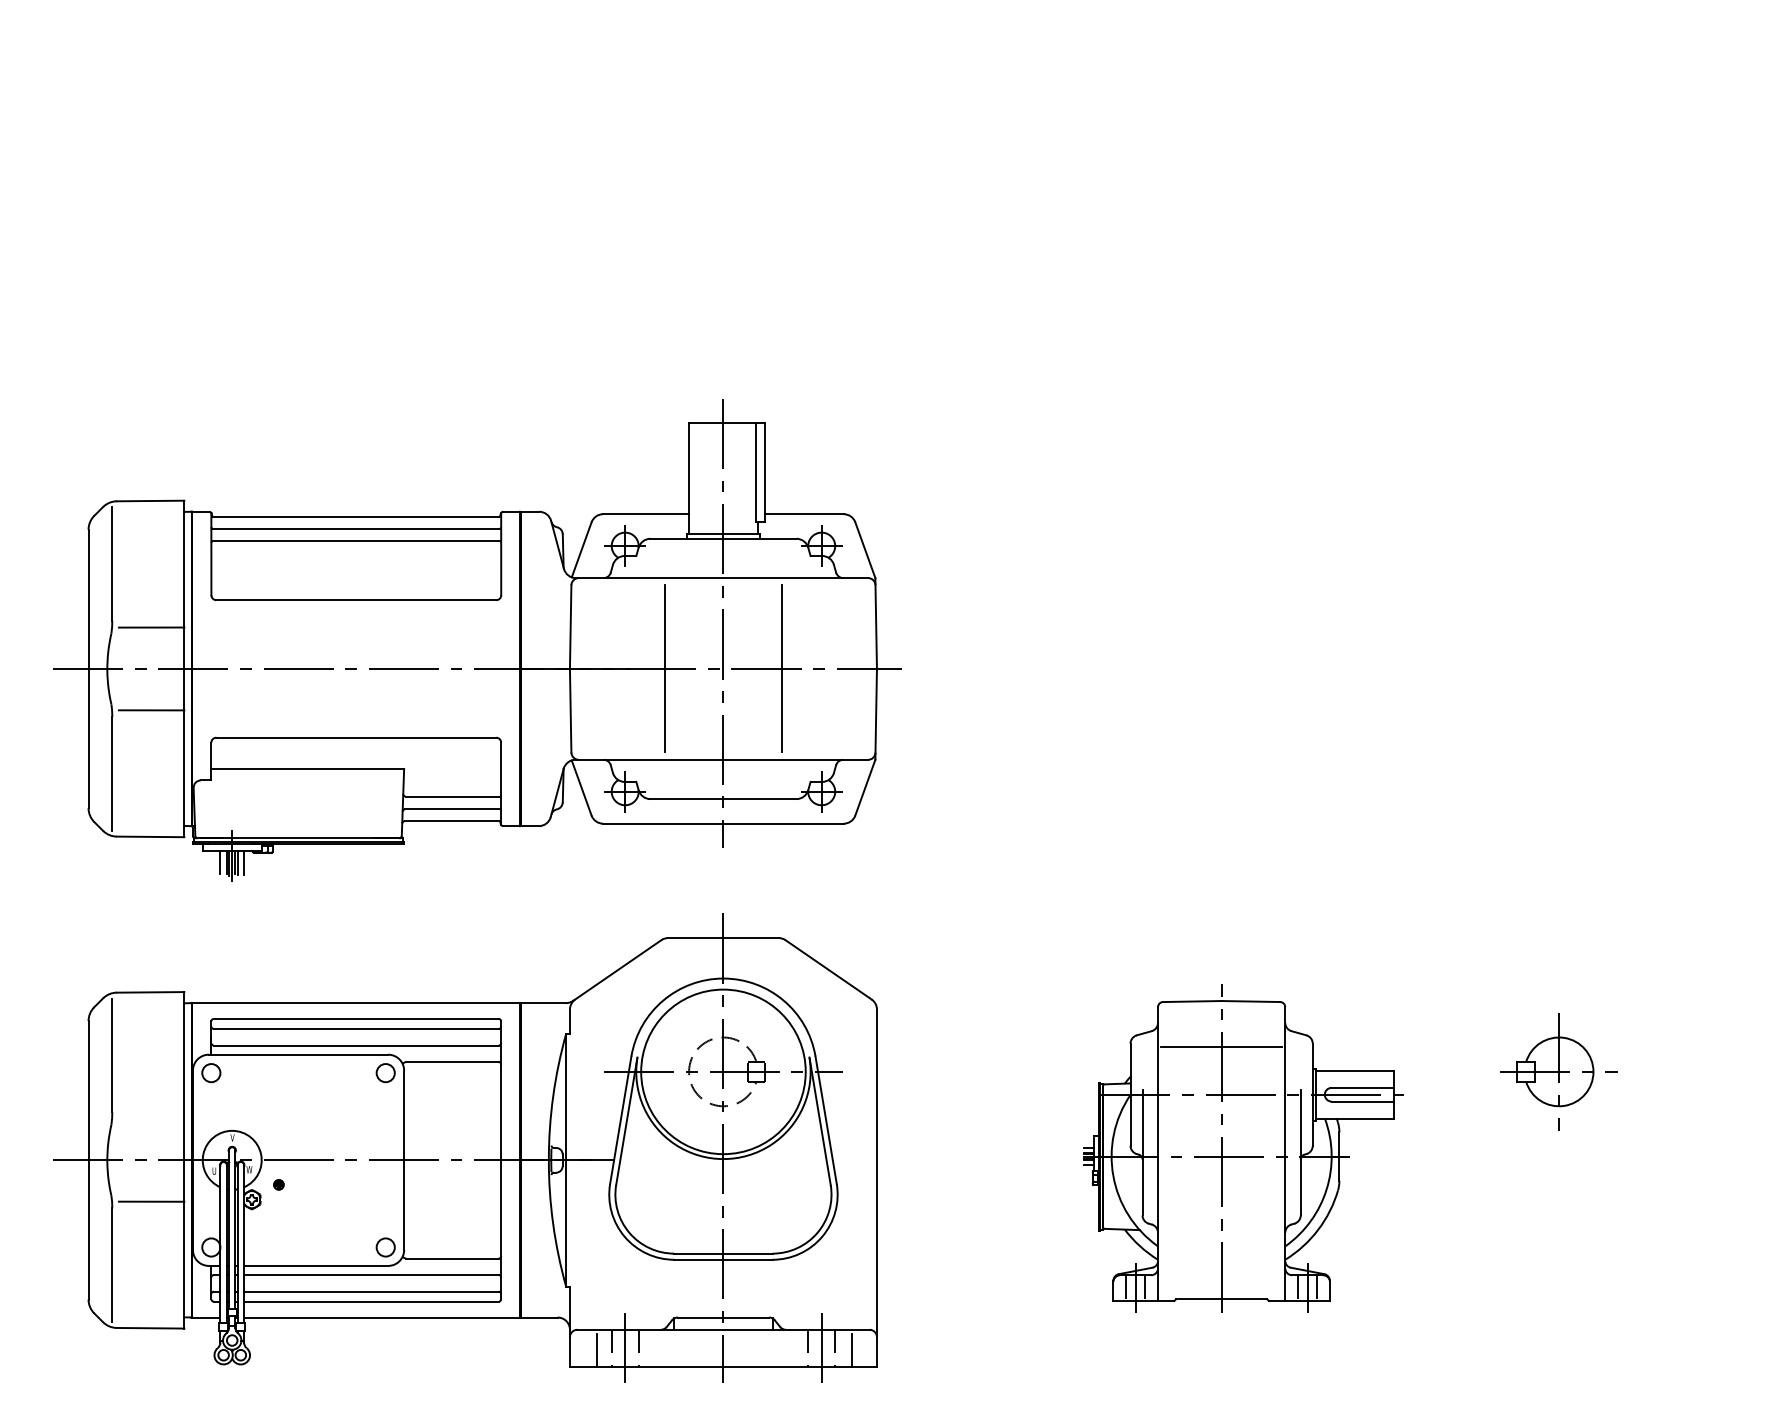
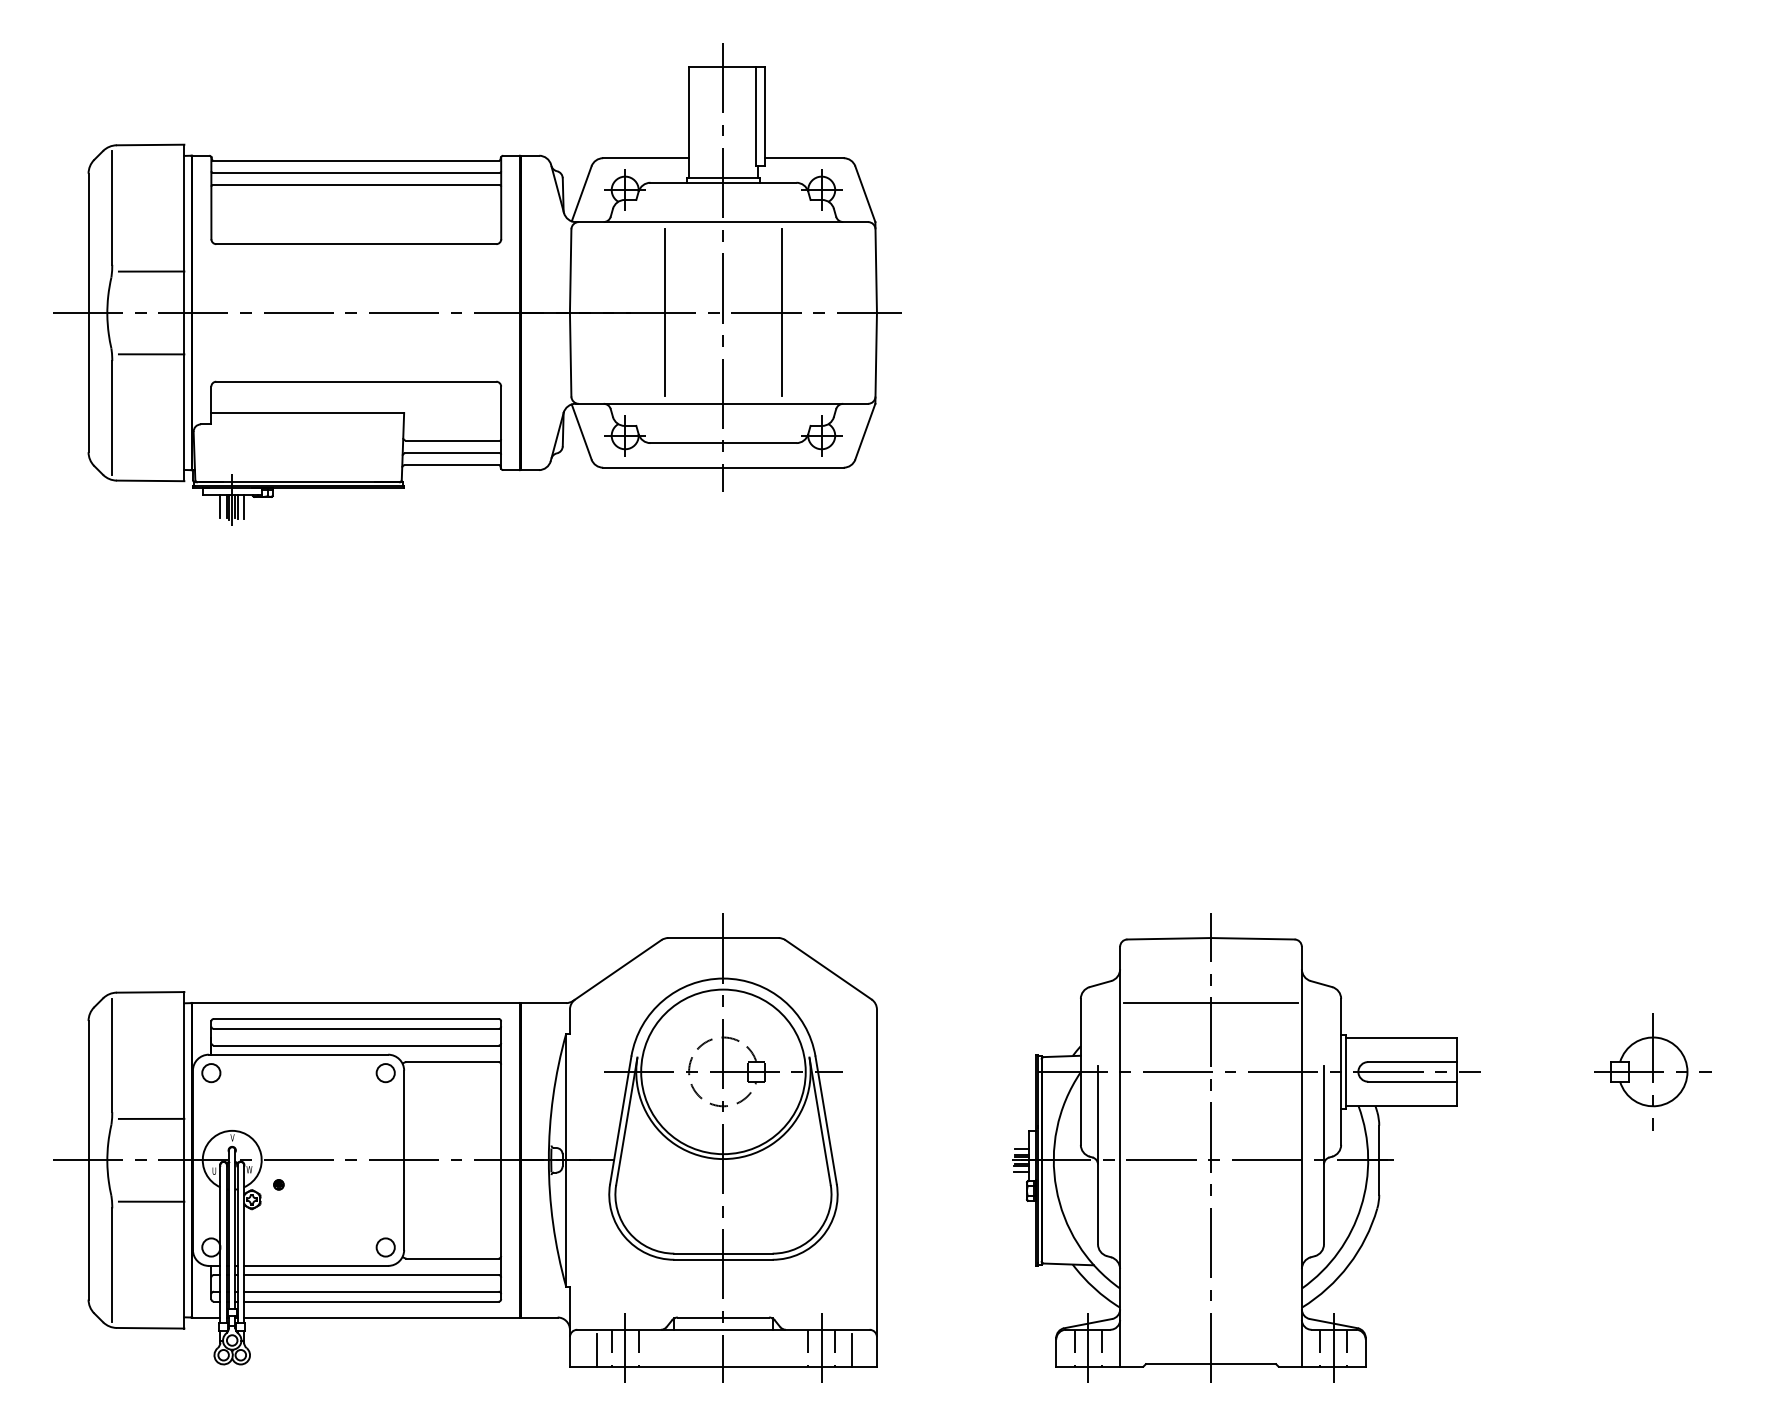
part at (477, 640) position: (477, 640) -> (477, 284)
part at (1558, 1071) position: (1558, 1071) -> (1652, 1071)
line at (151, 1118): none -> present
part at (1243, 1148) size: 321x329 px -> 469x470 px
